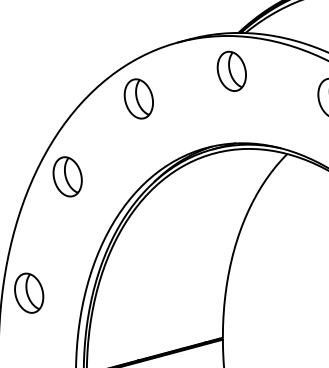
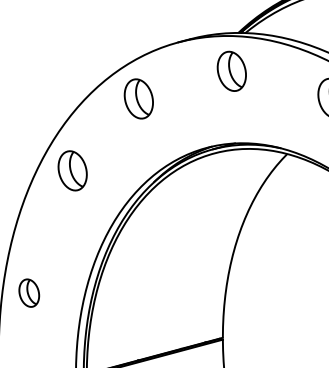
part at (67, 176) position: (67, 176) -> (72, 170)
part at (29, 292) size: 31x42 px -> 23x30 px
